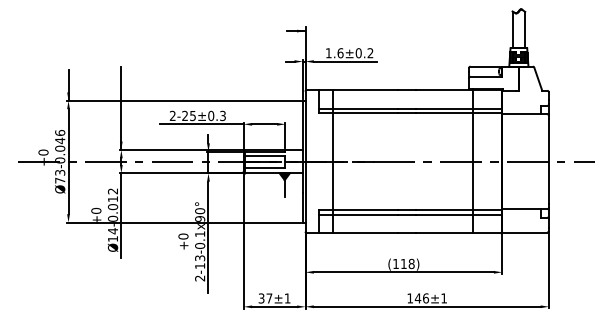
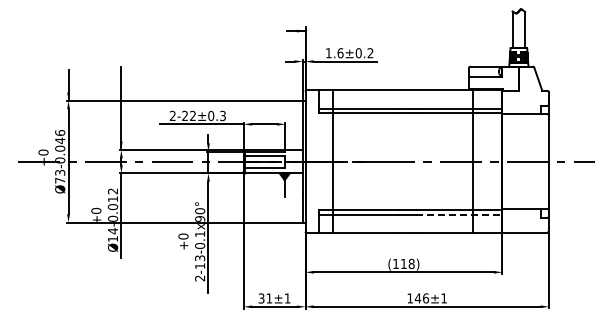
text at (192, 115): 2-25±0.3 -> 2-22±0.3
line at (459, 214): solid -> dashed
text at (269, 298): 37±1 -> 31±1
